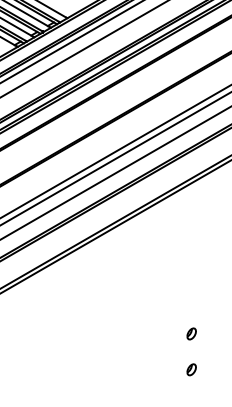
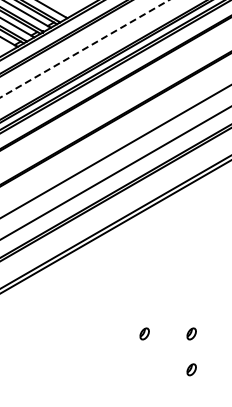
line at (71, 41): present -> none
line at (84, 49): solid -> dashed
line at (115, 158): present -> none
part at (144, 333): none -> present
